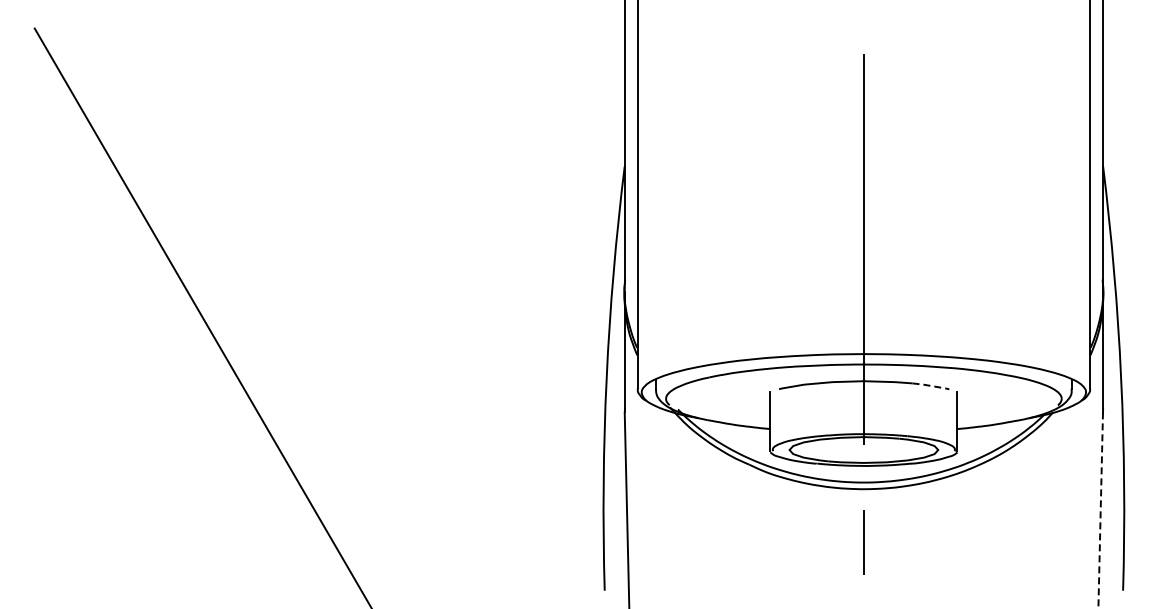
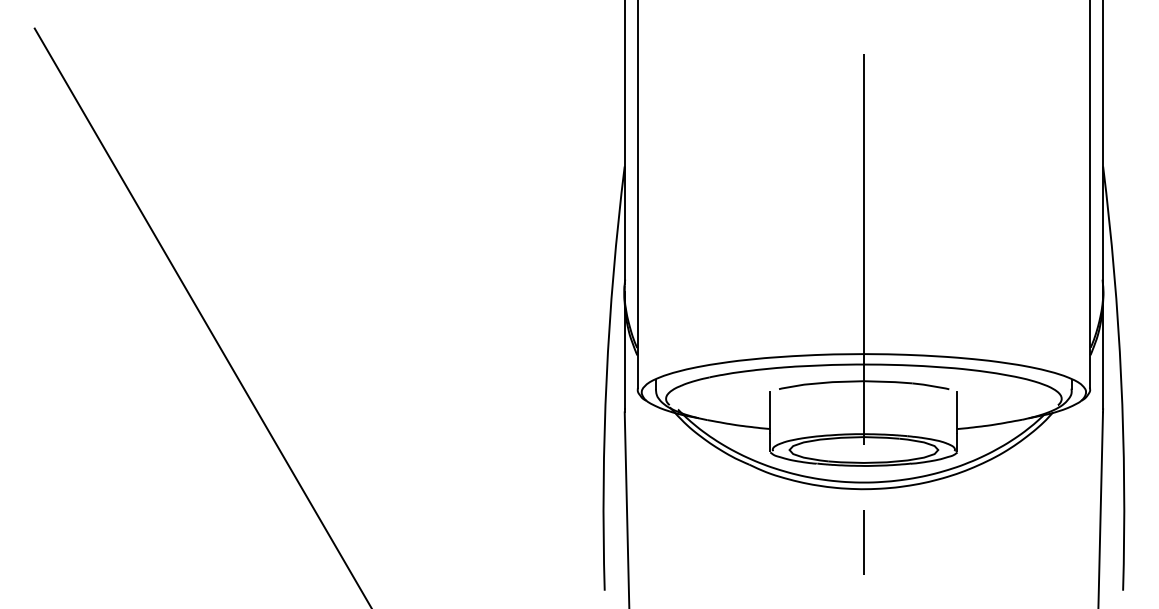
line at (931, 385): dashed -> solid
line at (1100, 510): dashed -> solid
